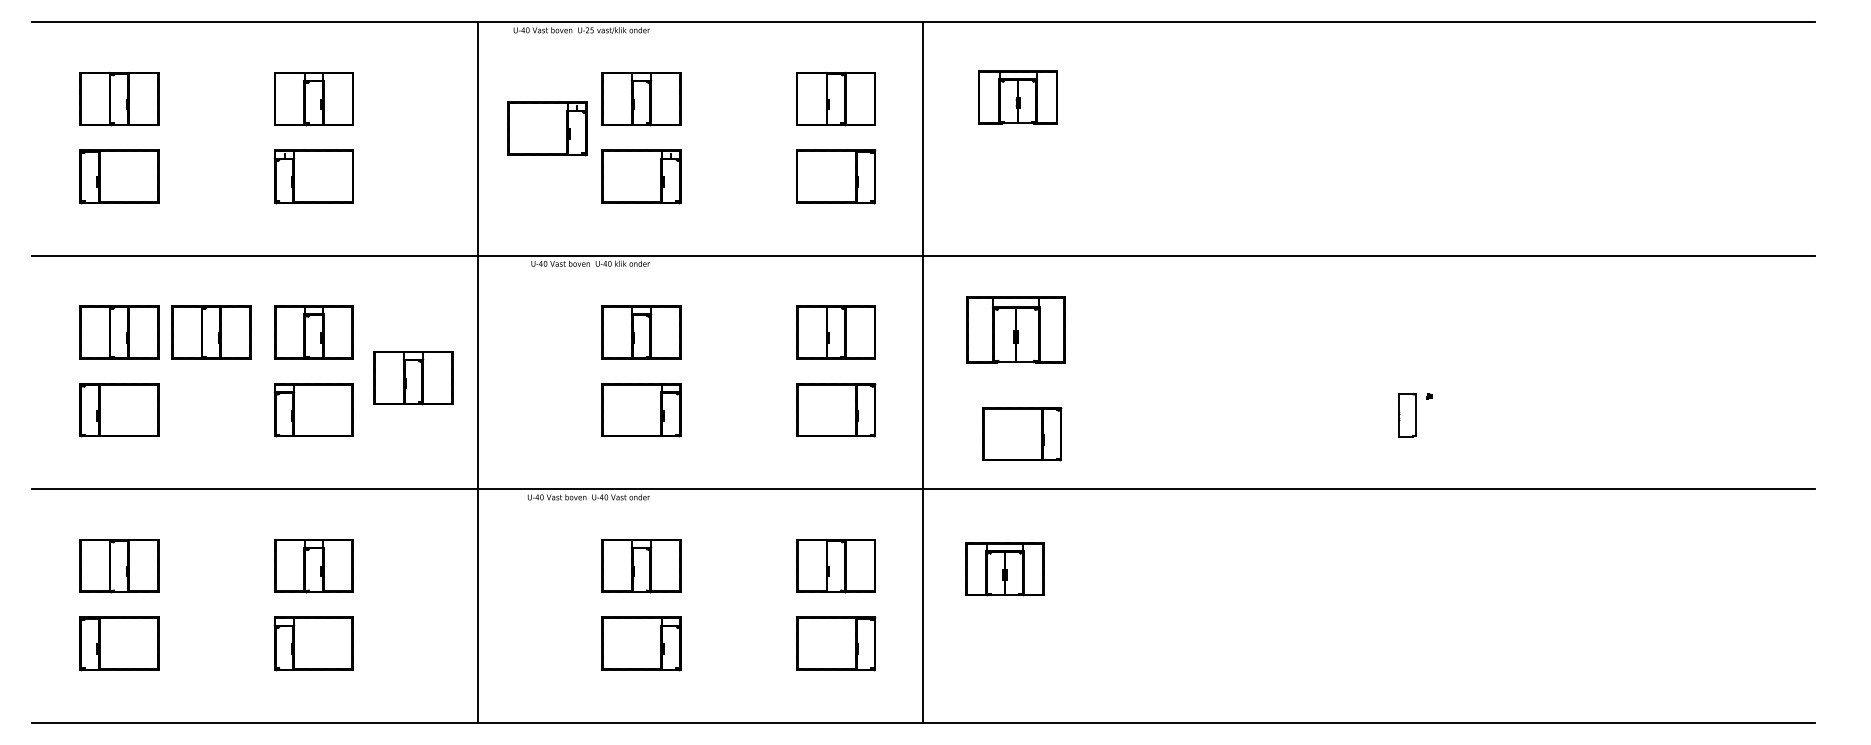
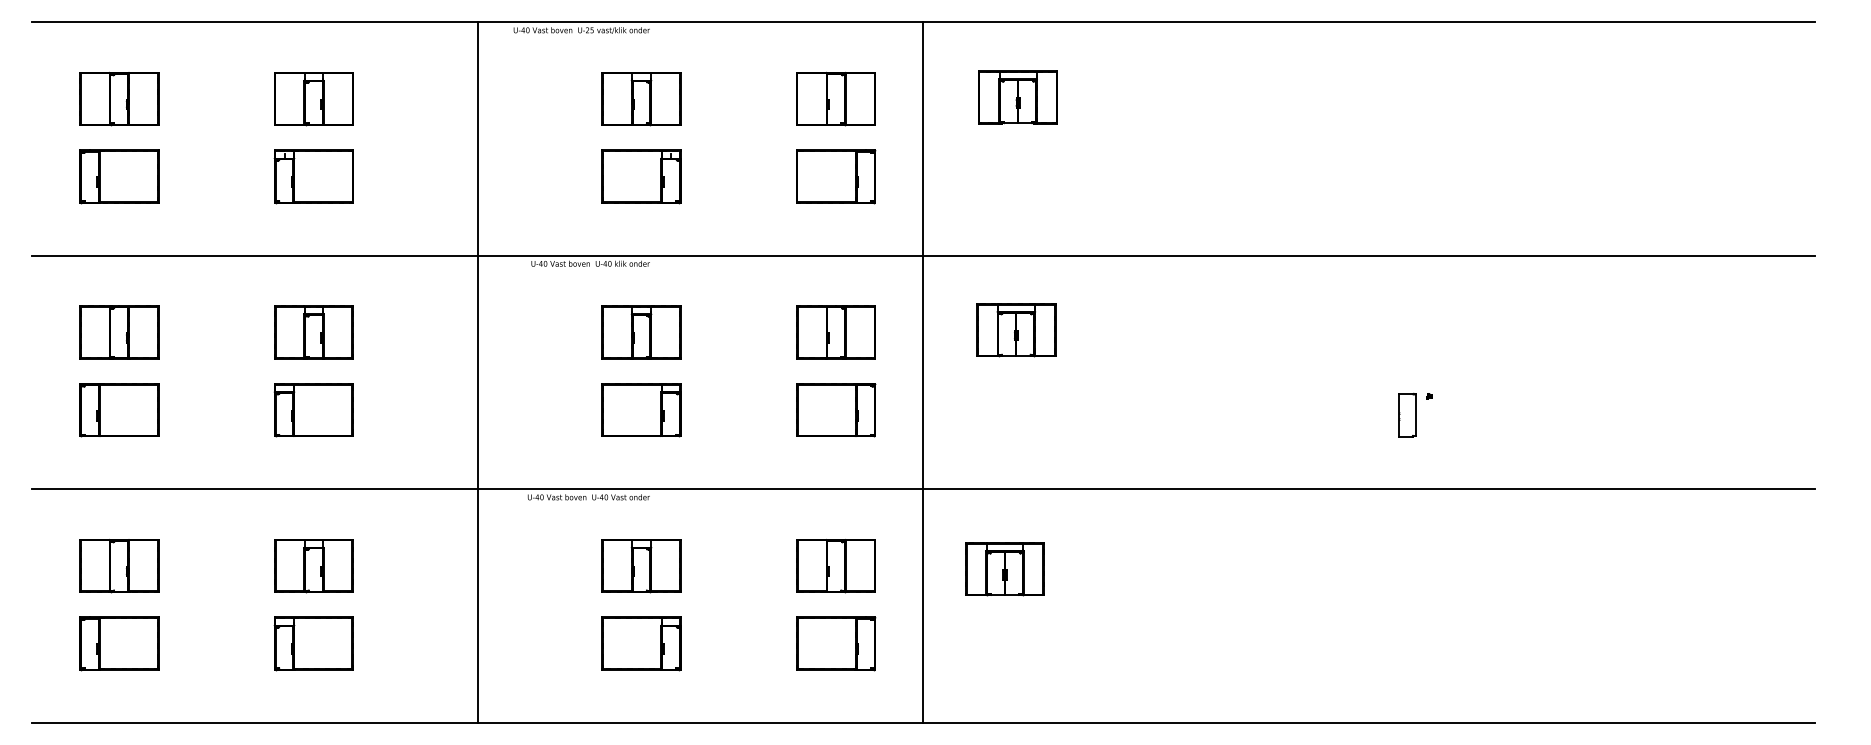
part at (547, 128): present -> none
part at (1015, 329) size: 100x68 px -> 81x55 px
part at (211, 332): present -> none
part at (413, 378): present -> none
part at (1022, 434): present -> none
